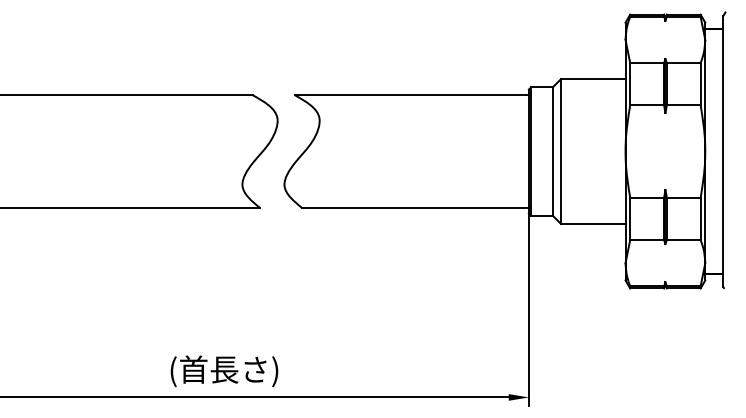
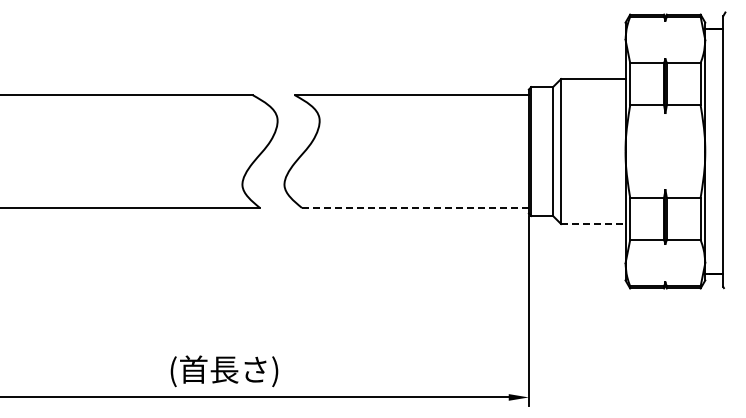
line at (414, 207): solid -> dashed
line at (593, 224): solid -> dashed
